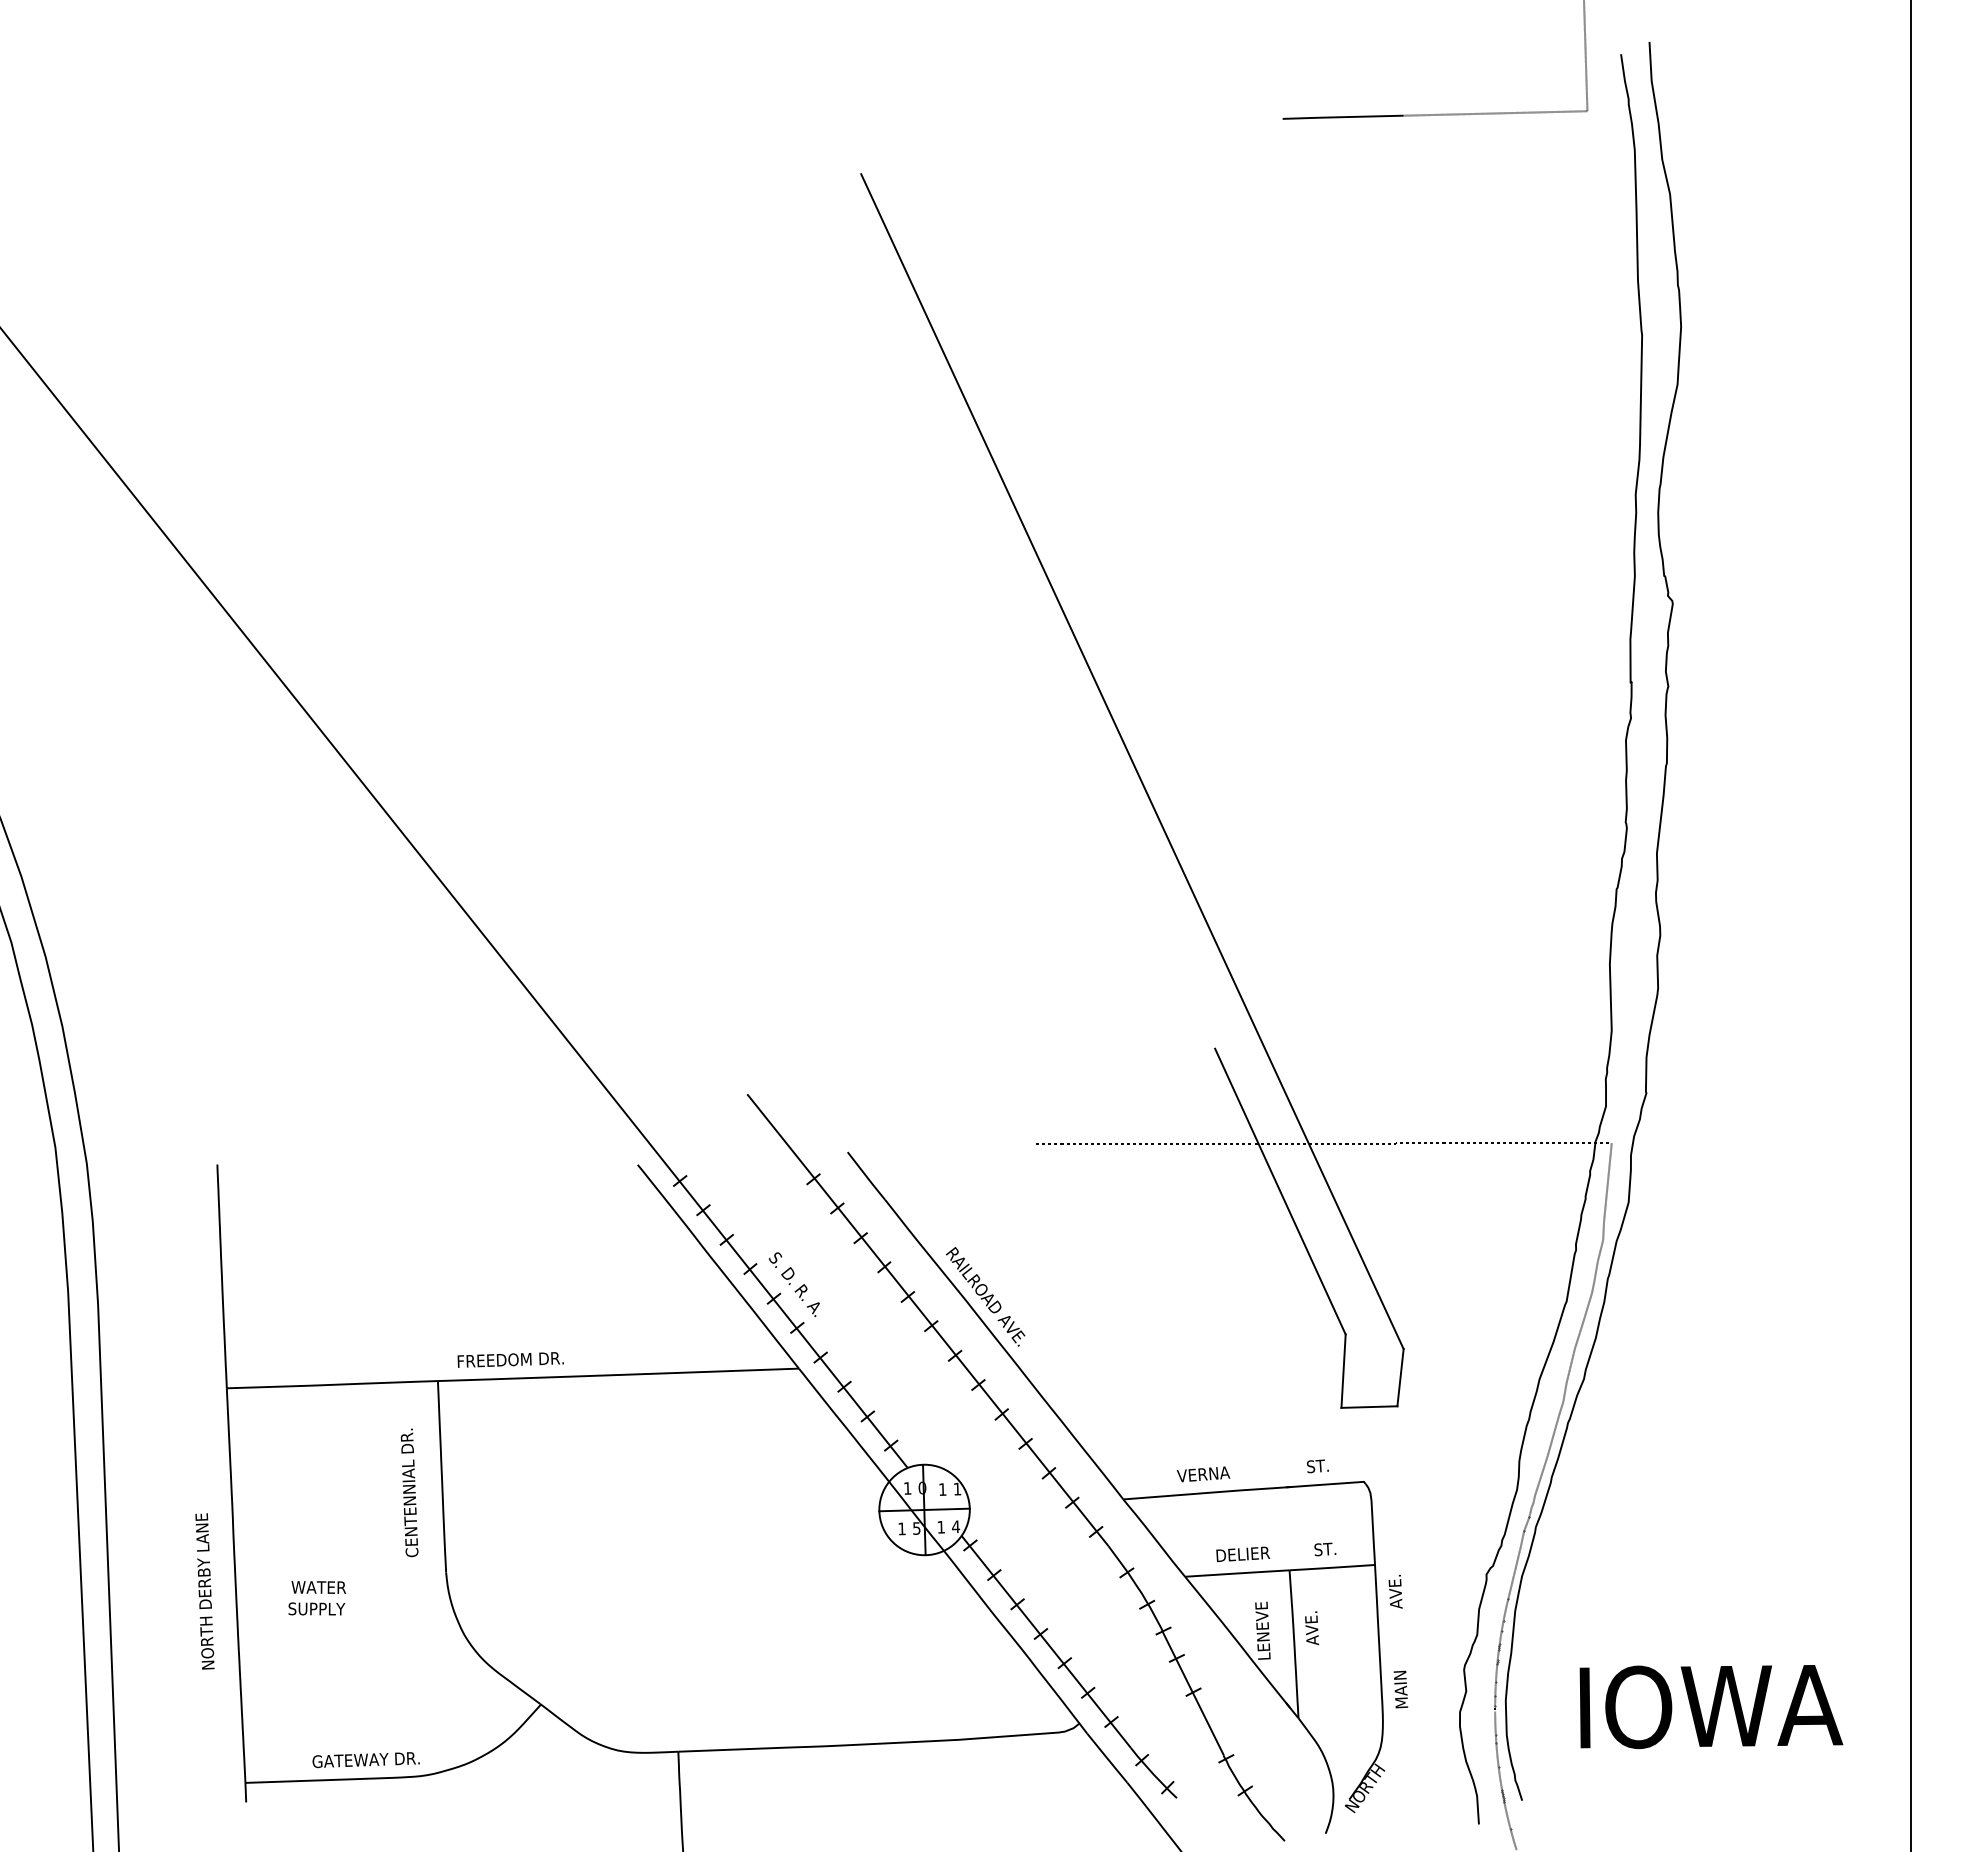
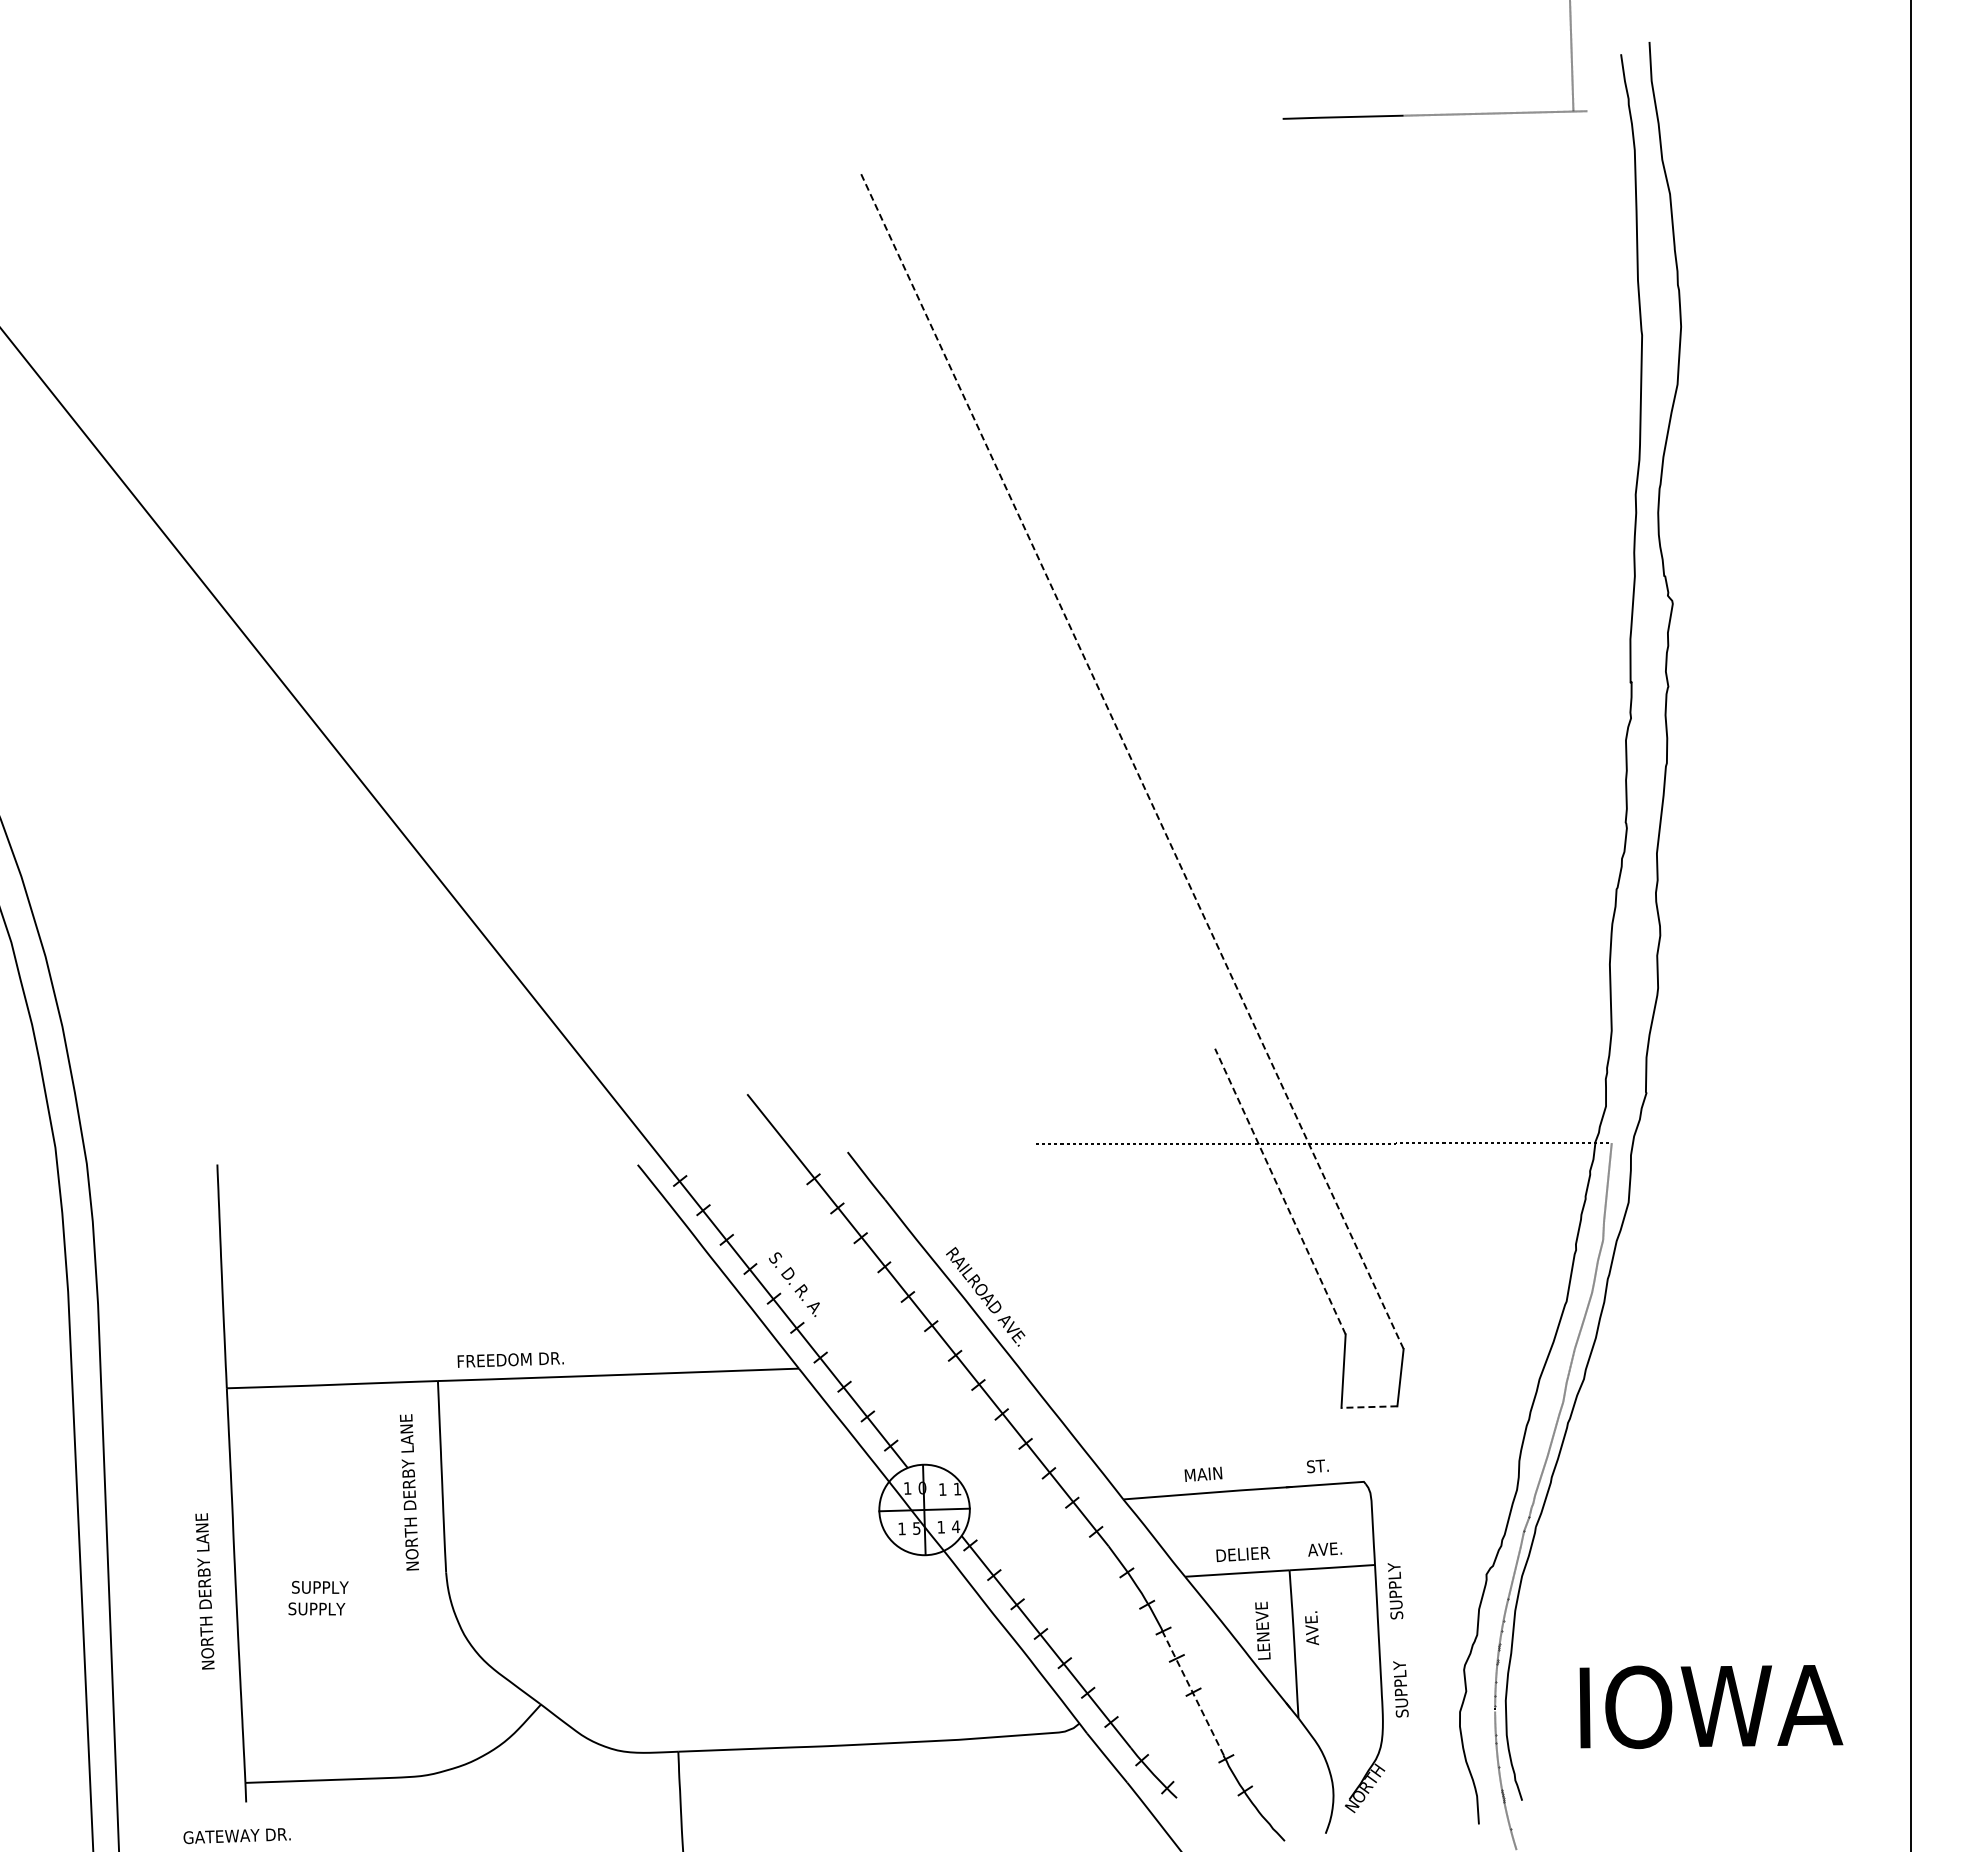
line at (1585, 56) position: (1585, 56) -> (1571, 56)
line at (1132, 762): solid -> dashed
line at (1280, 1191): solid -> dashed
line at (1369, 1407): solid -> dashed
text at (1203, 1474): VERNA -> MAIN
text at (408, 1492): CENTENNIAL DR. -> NORTH DERBY LANE
text at (1325, 1549): ST. -> AVE.
text at (319, 1586): WATER -> SUPPLY
text at (1395, 1591): AVE. -> SUPPLY
text at (1400, 1689): MAIN -> SUPPLY
line at (1193, 1693): solid -> dashed
text at (365, 1760) position: (365, 1760) -> (236, 1836)
